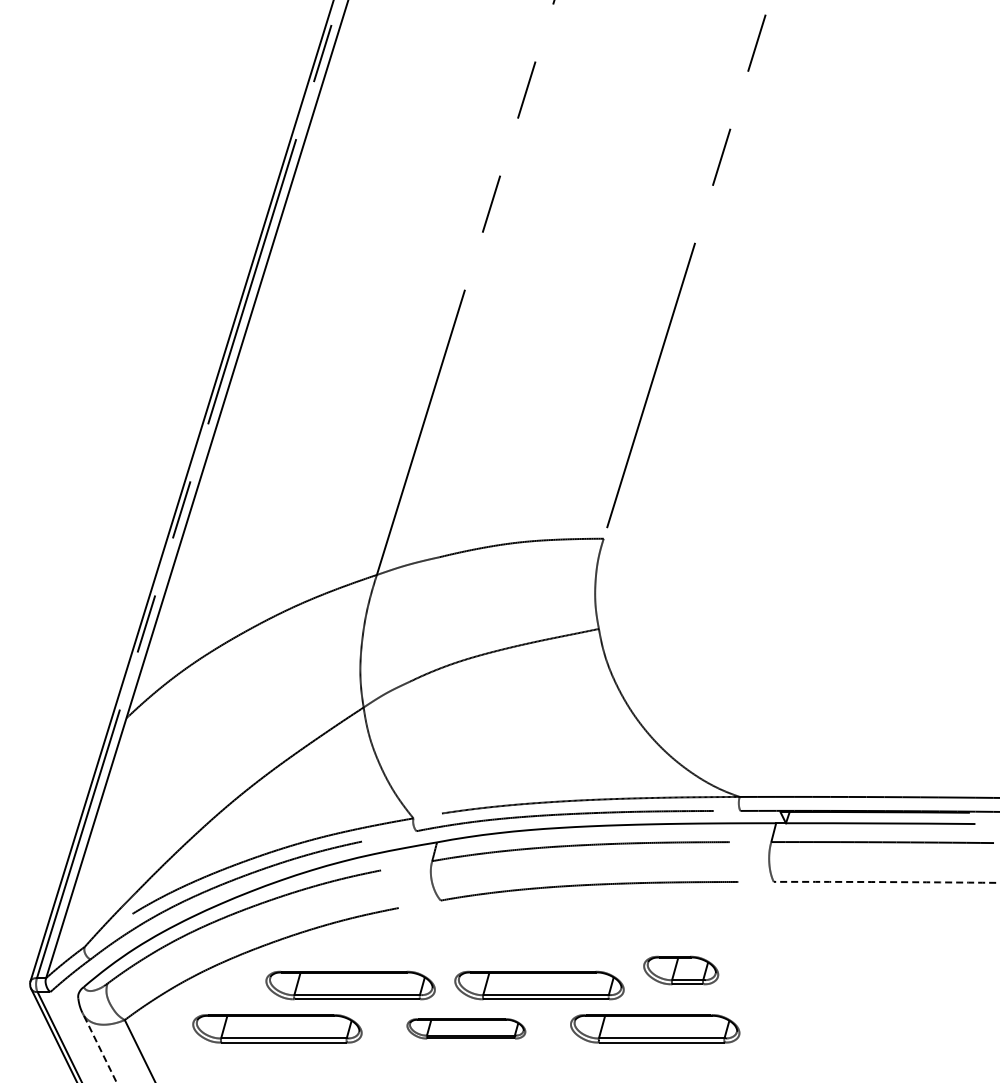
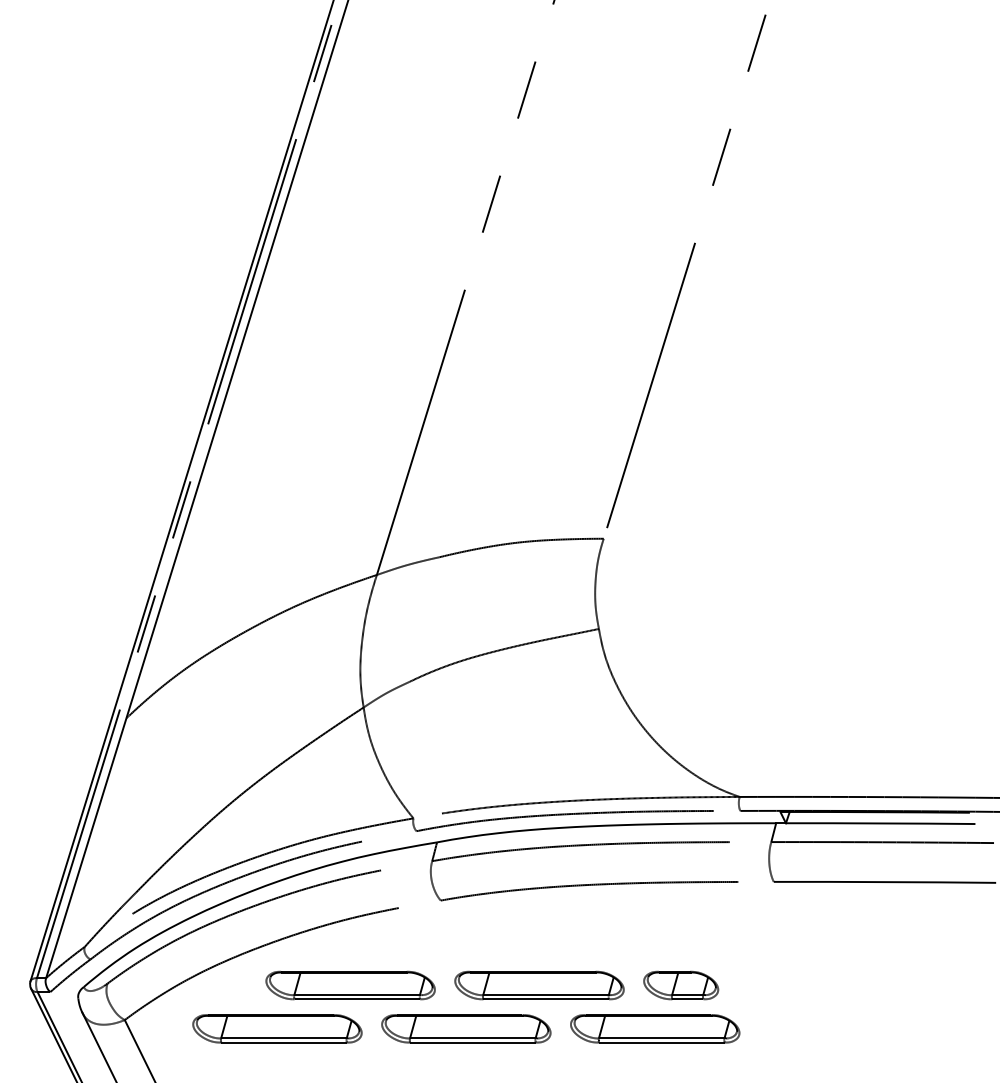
arc at (885, 882): dashed -> solid
part at (681, 970) position: (681, 970) -> (681, 985)
part at (466, 1028) size: 121x22 px -> 171x30 px
line at (99, 1047): dashed -> solid
